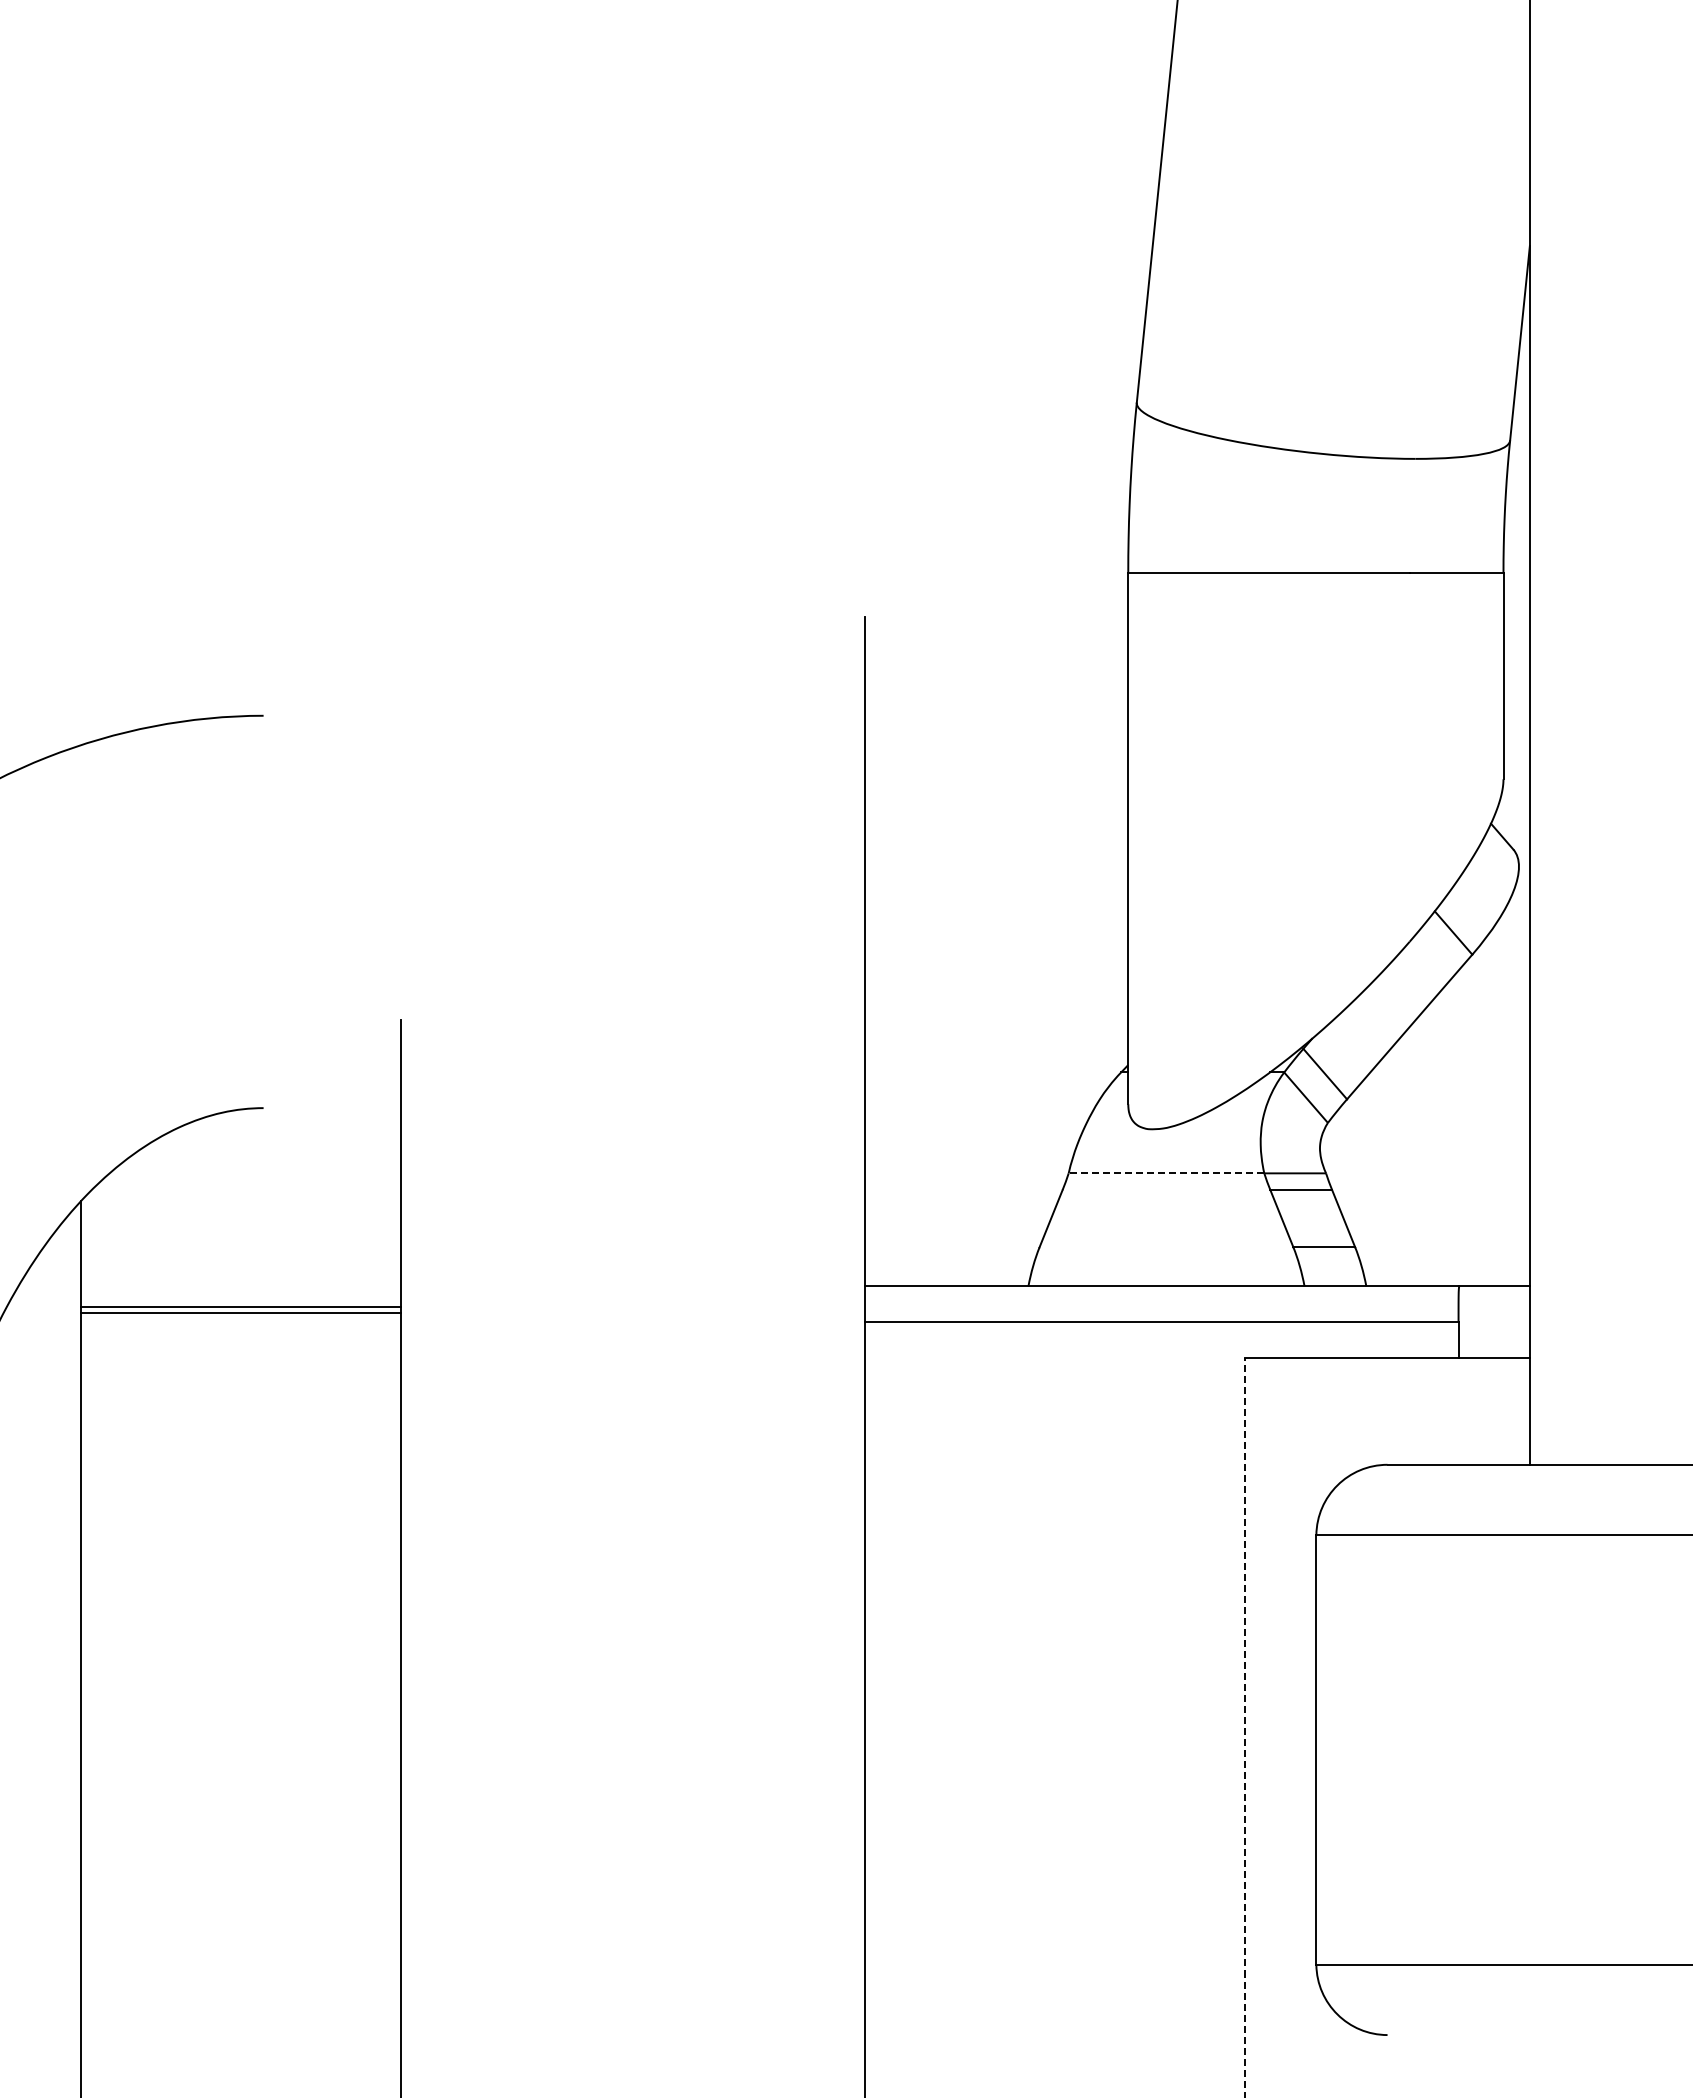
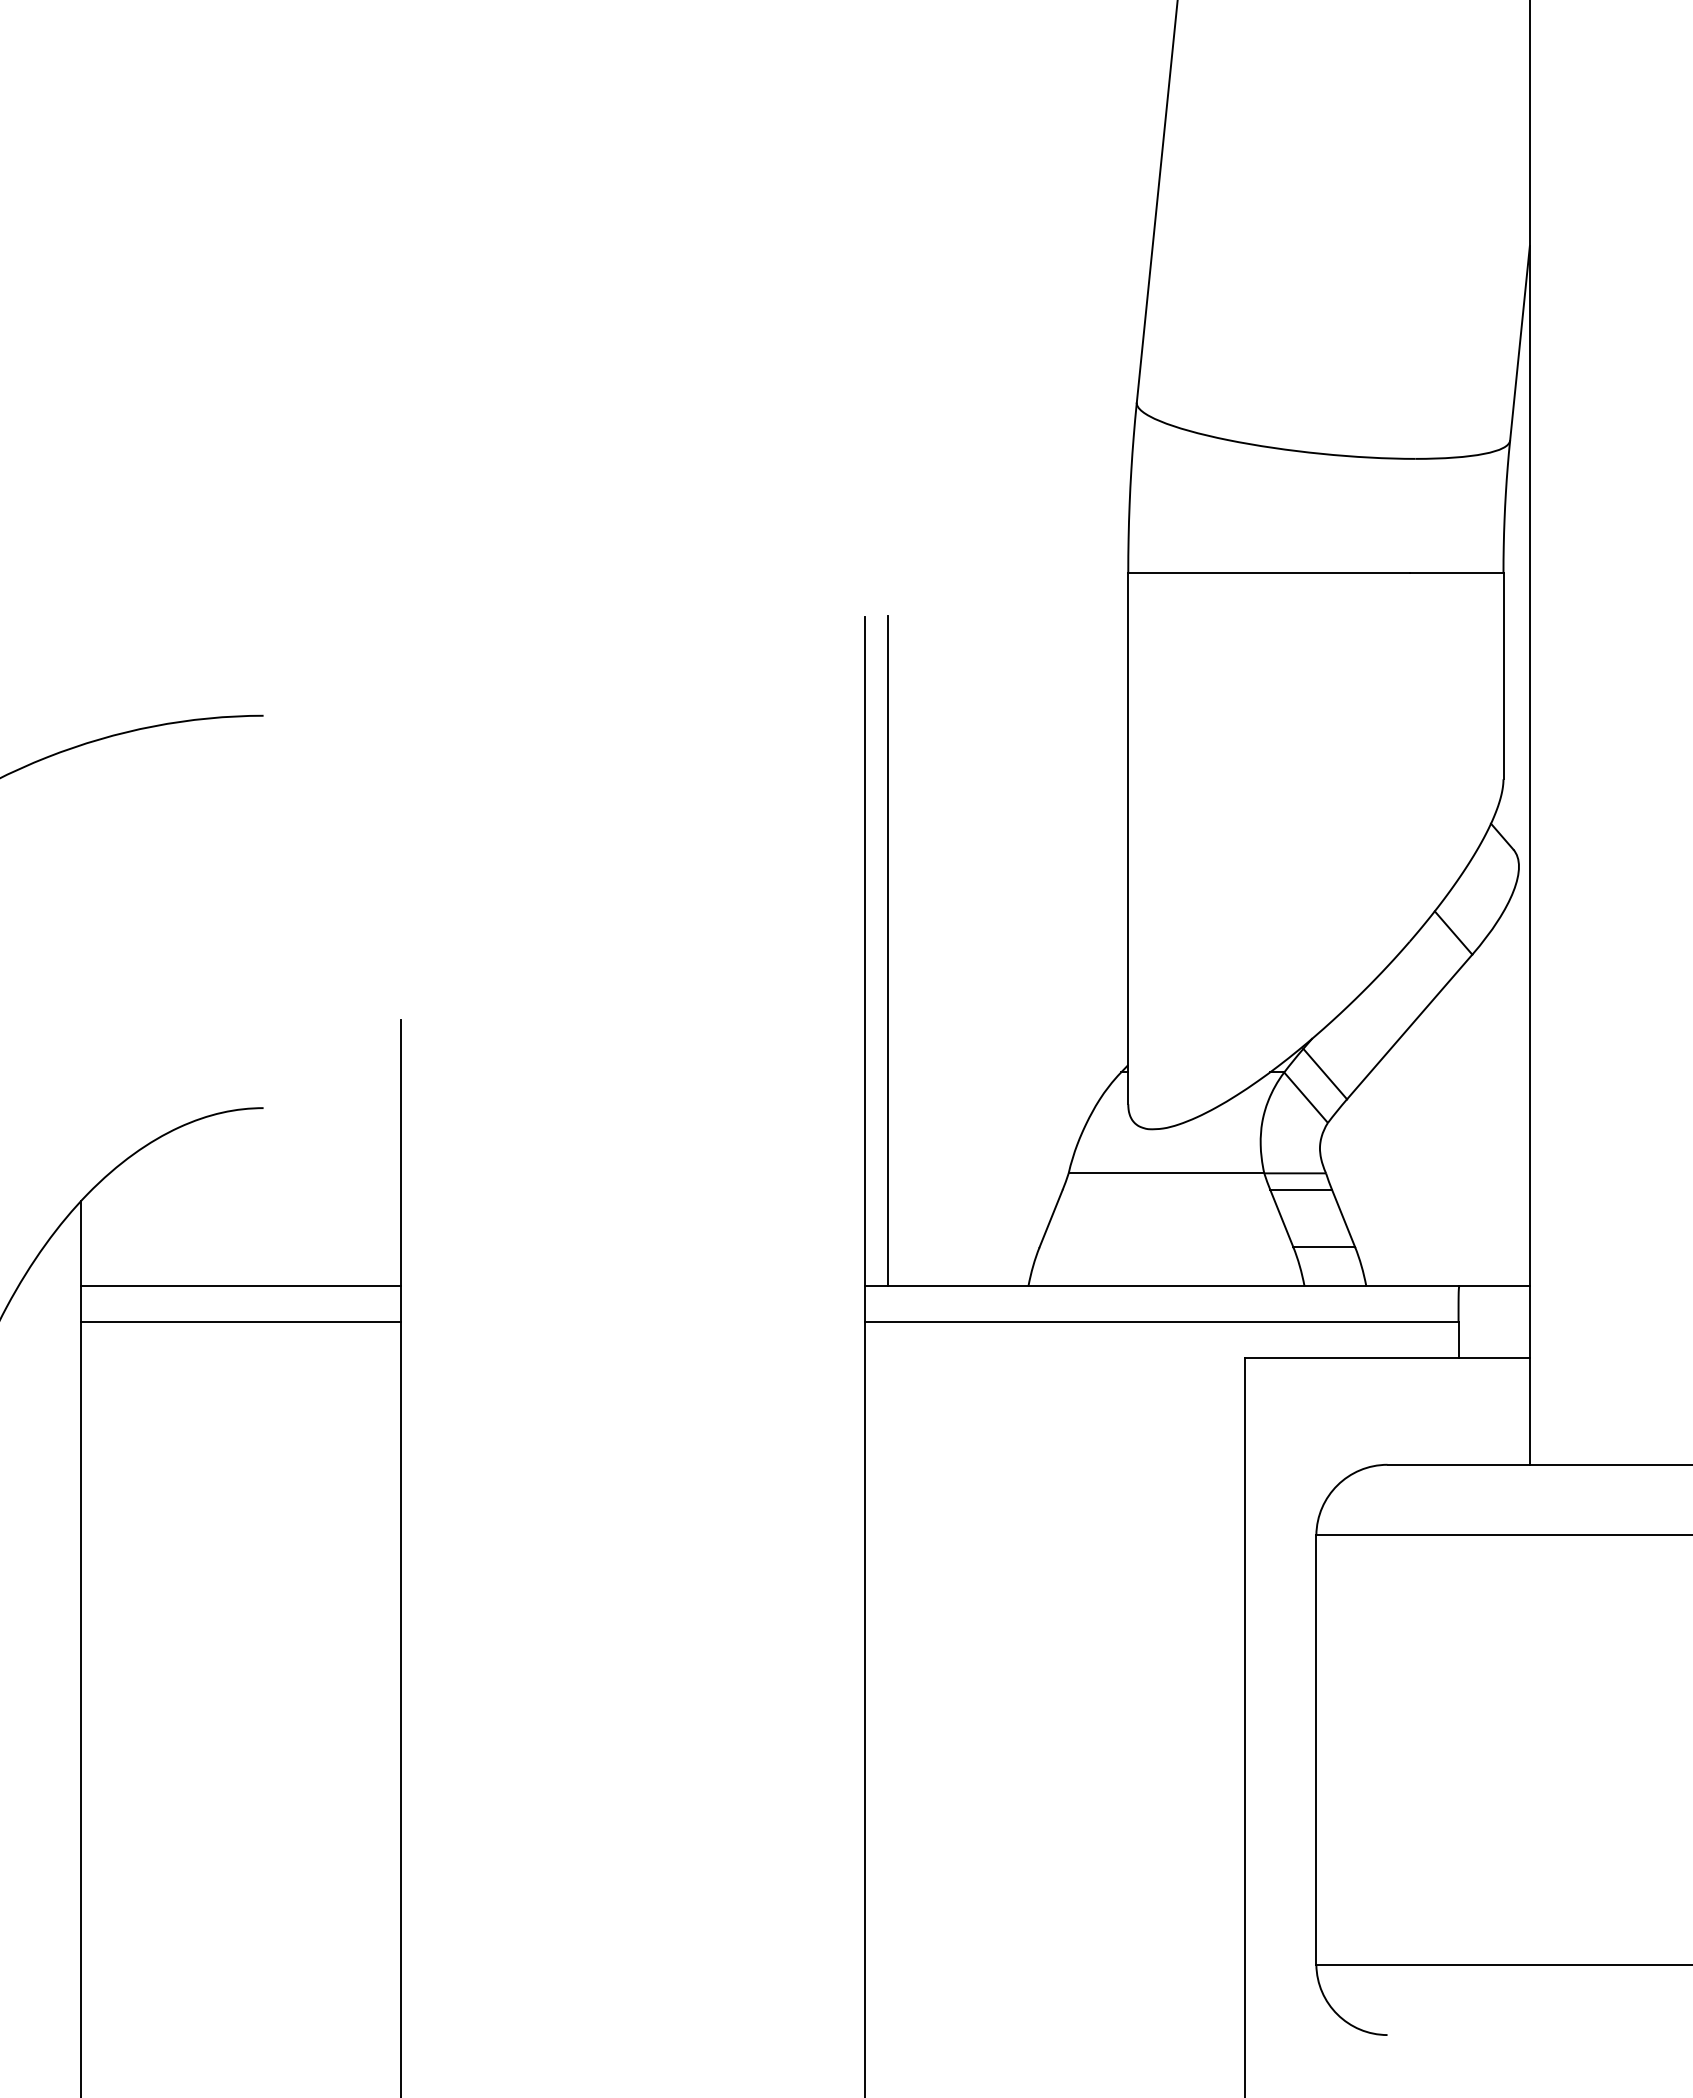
line at (887, 950): none -> present
line at (1166, 1173): dashed -> solid
line at (240, 1307) position: (240, 1307) -> (240, 1322)
line at (240, 1313) position: (240, 1313) -> (240, 1286)
line at (1244, 1727): dashed -> solid
